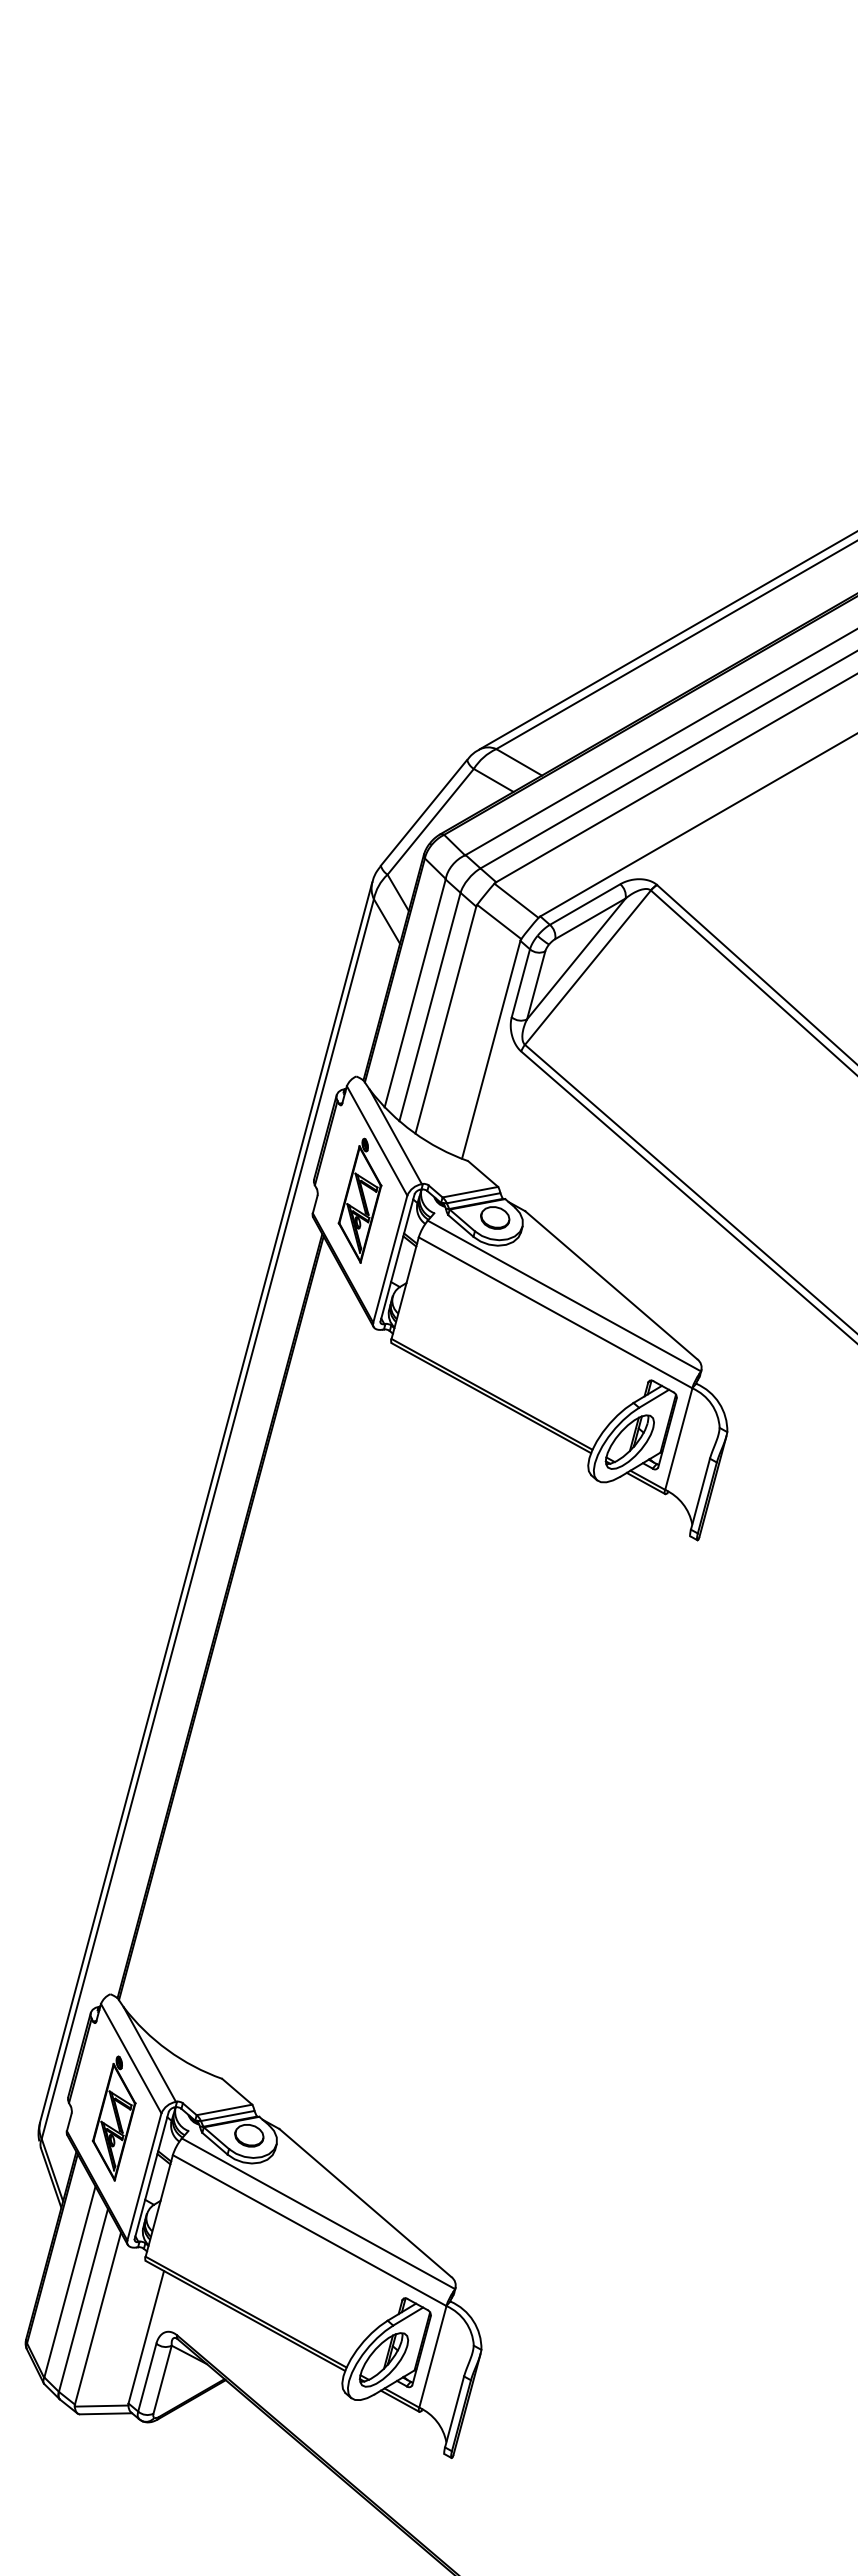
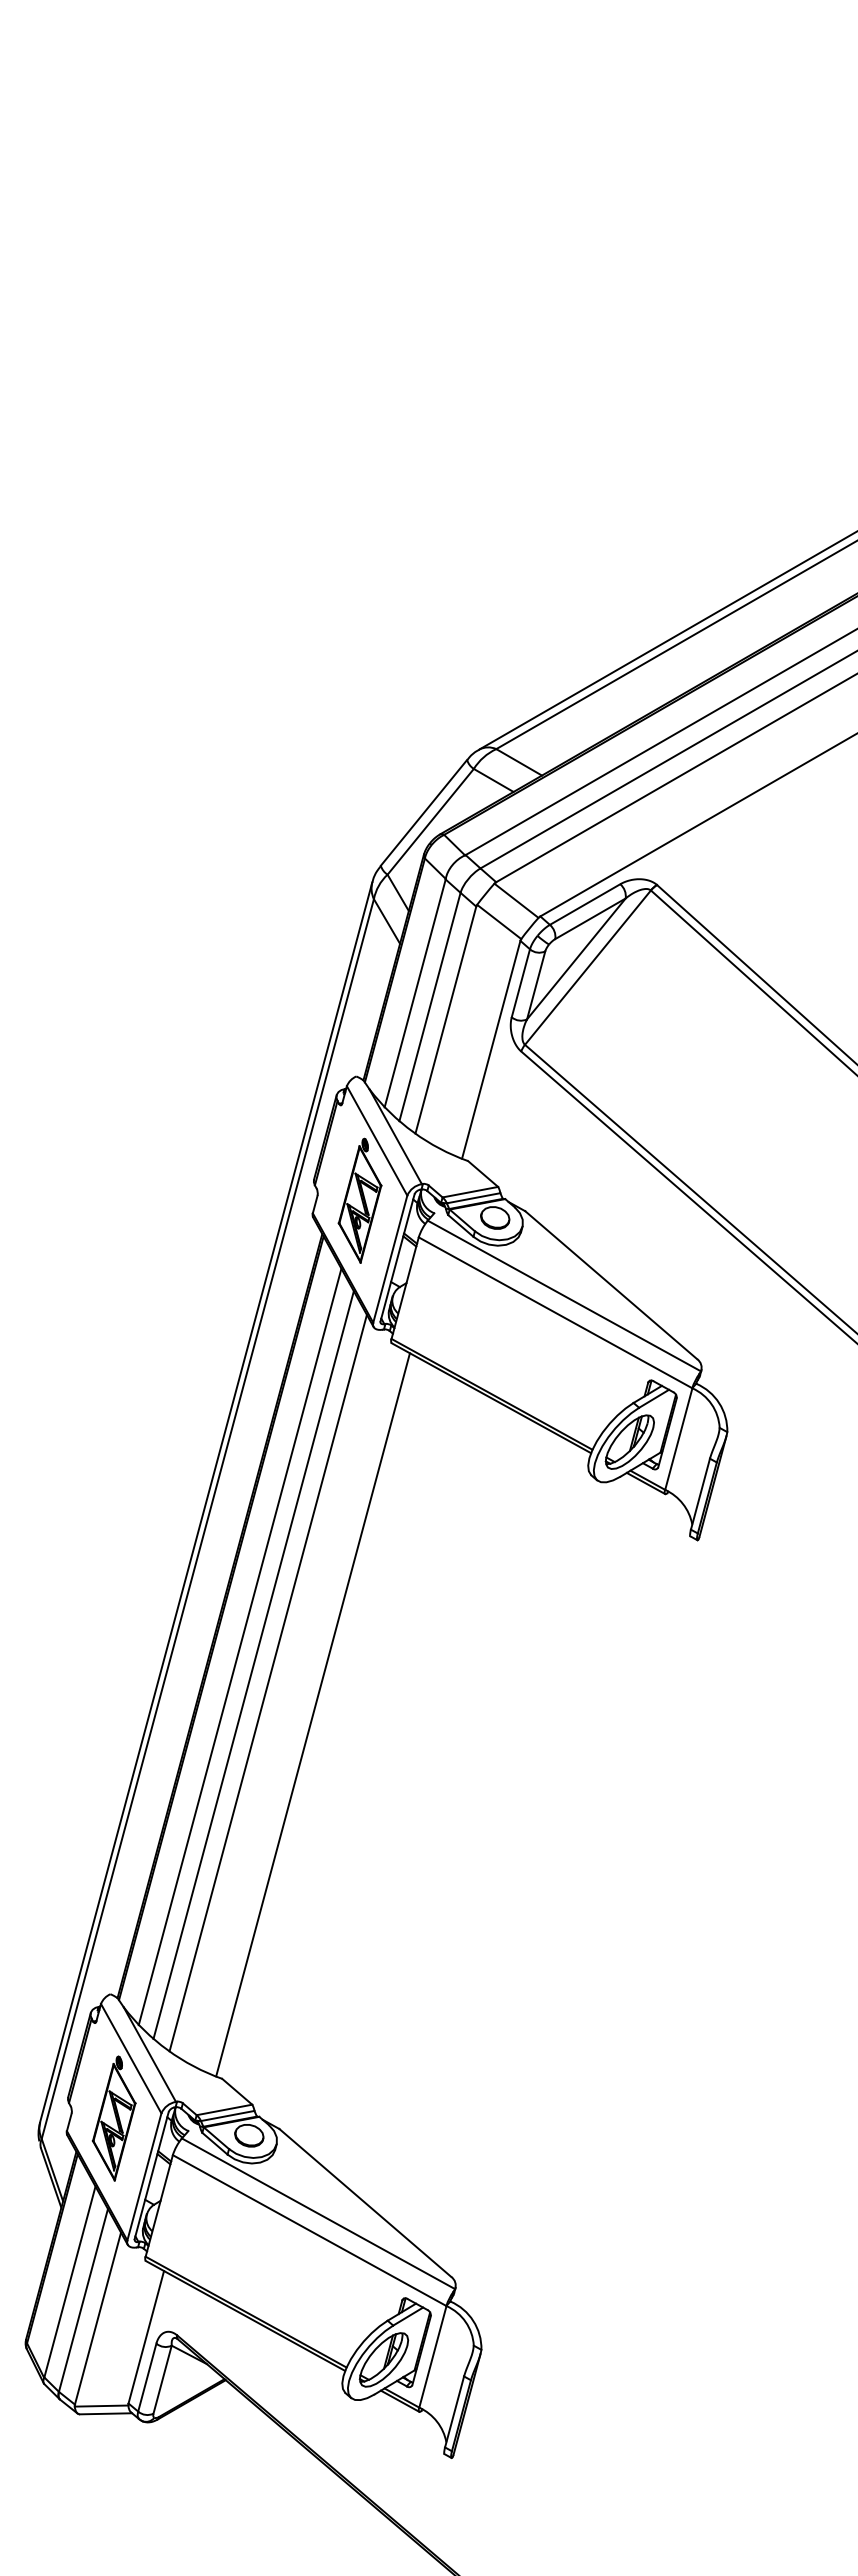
line at (239, 1646): none -> present
line at (253, 1665): none -> present
line at (267, 1682): none -> present
line at (312, 1714): none -> present
